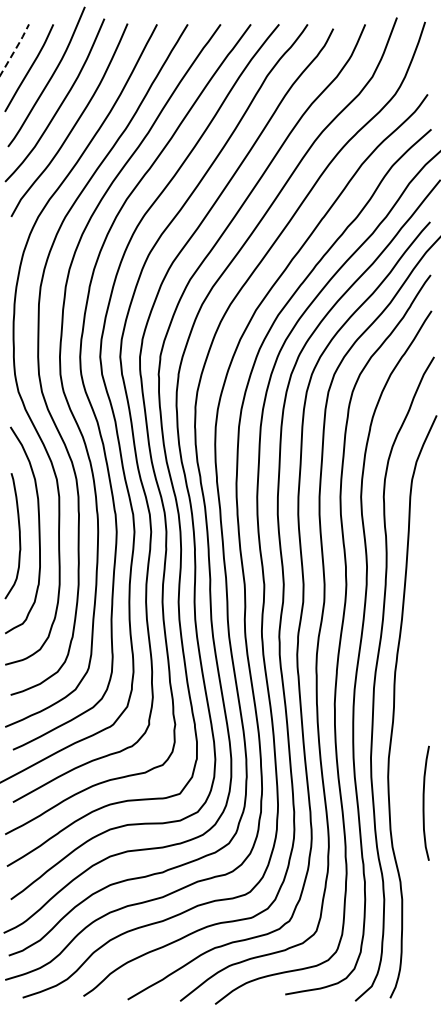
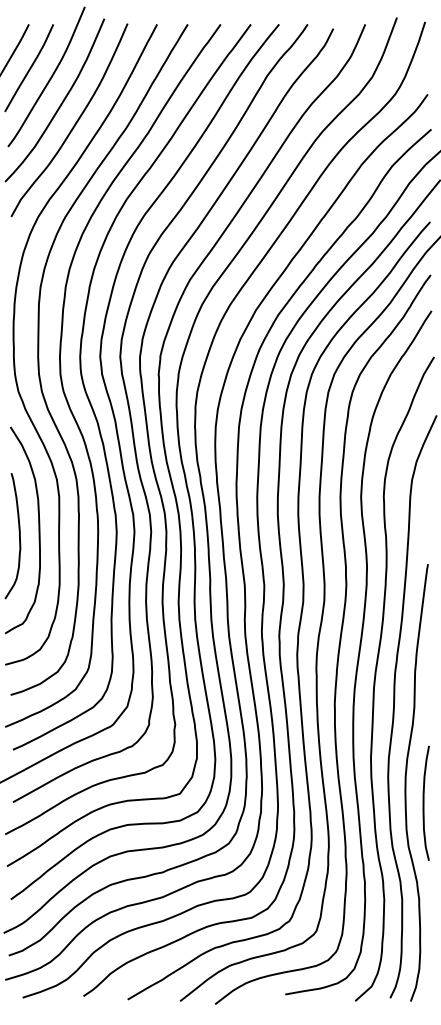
line at (15, 48): dashed -> solid
curve at (406, 782): none -> present
